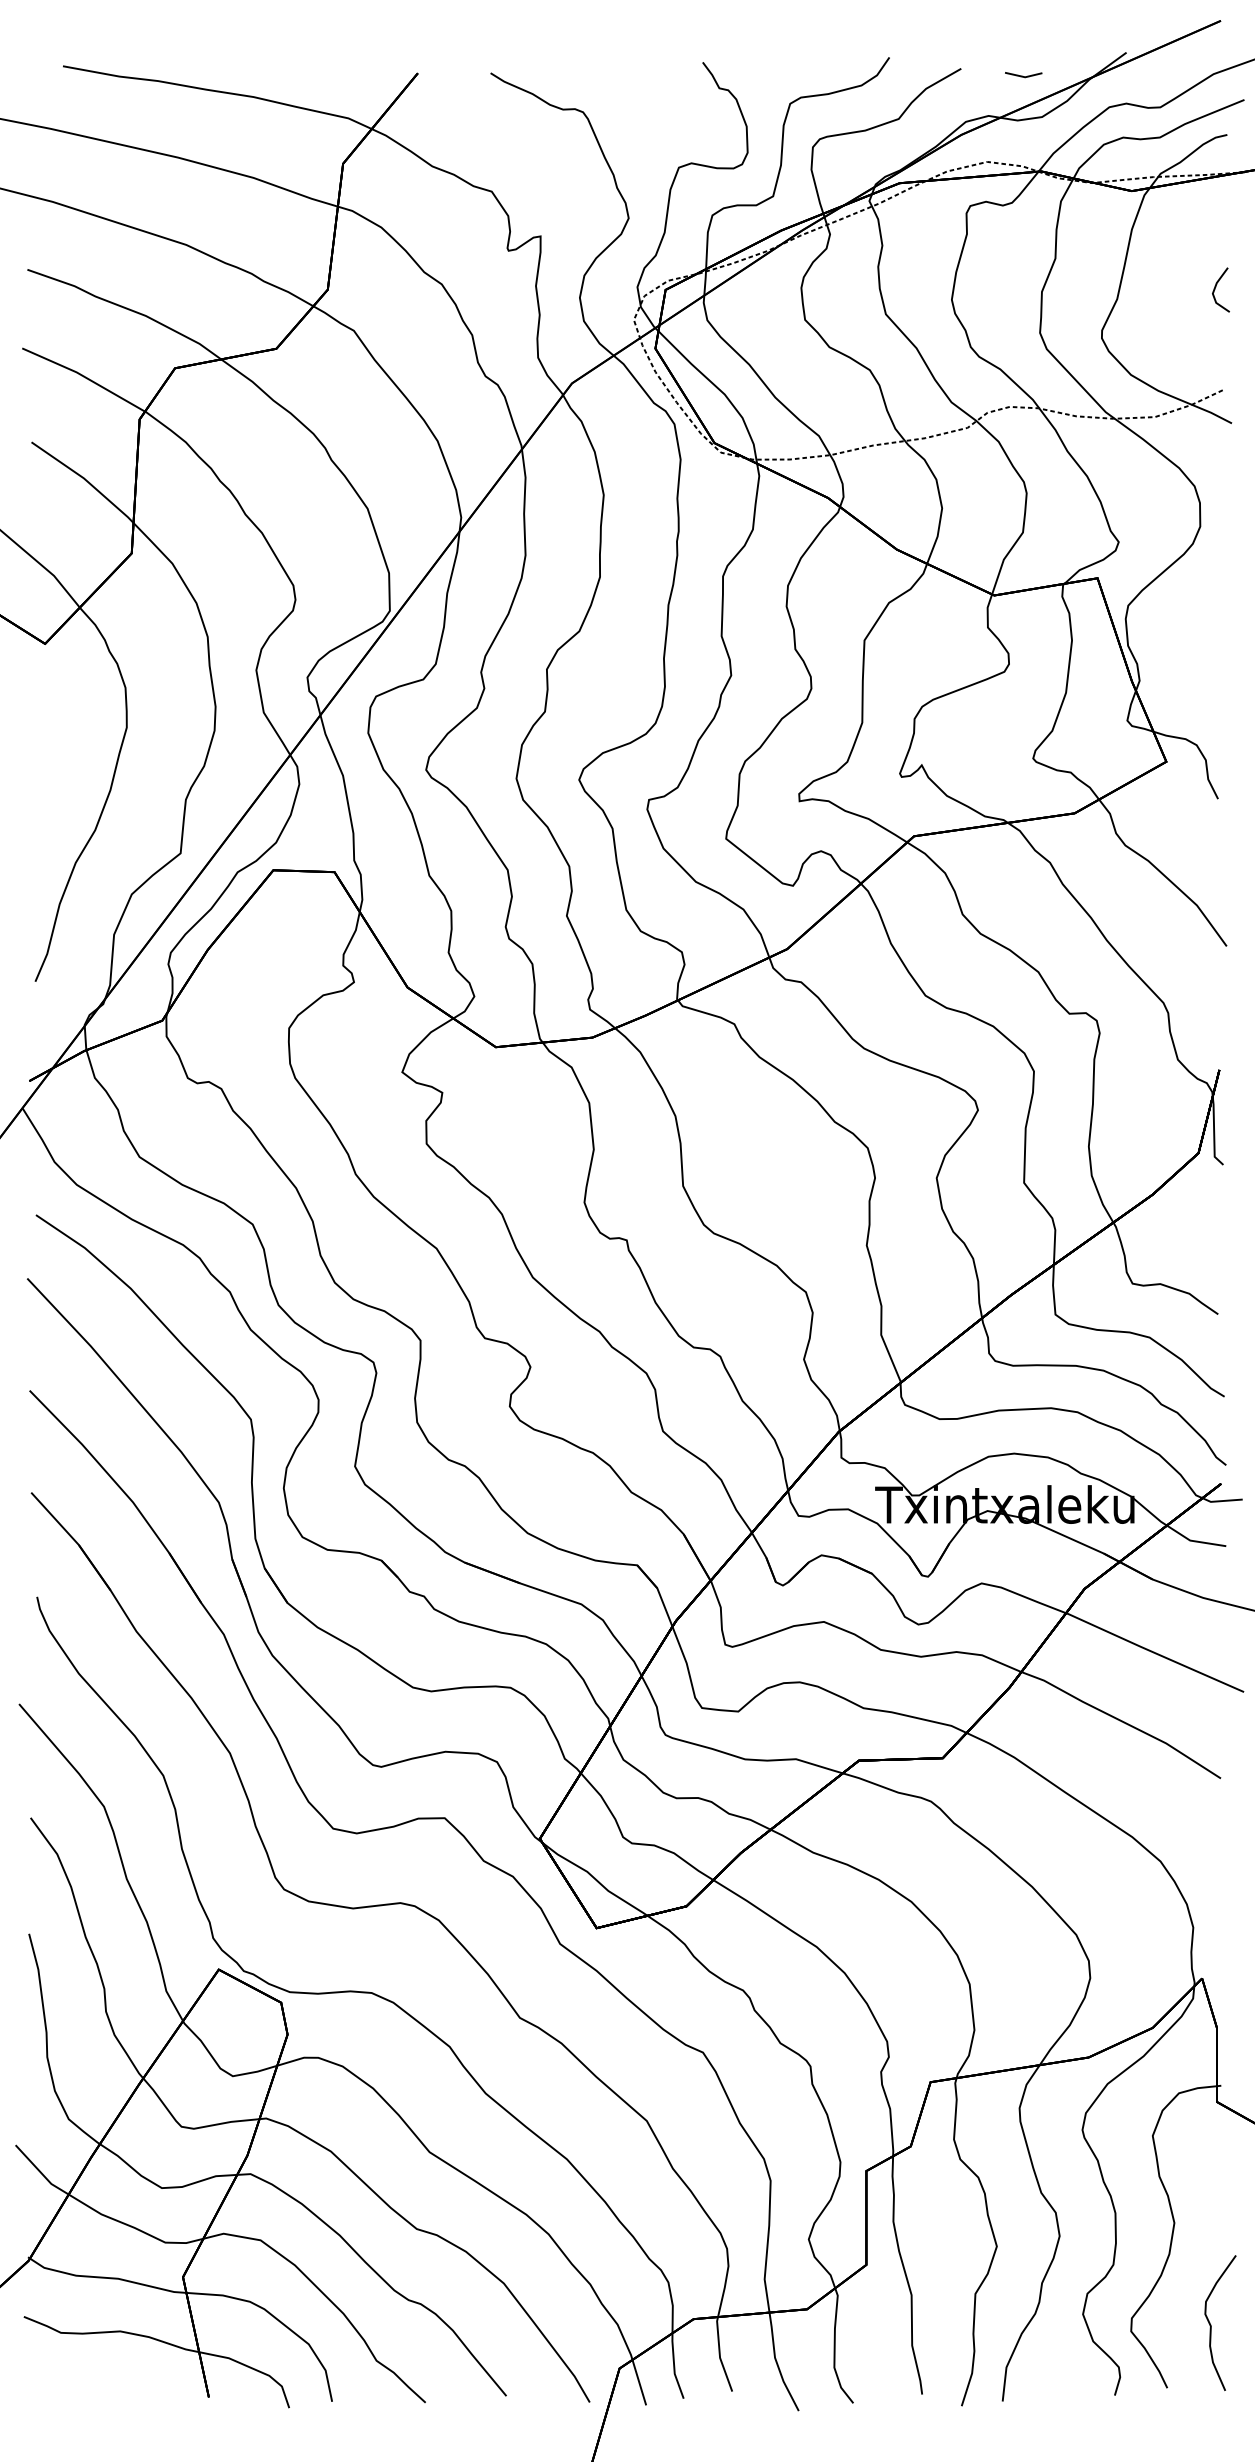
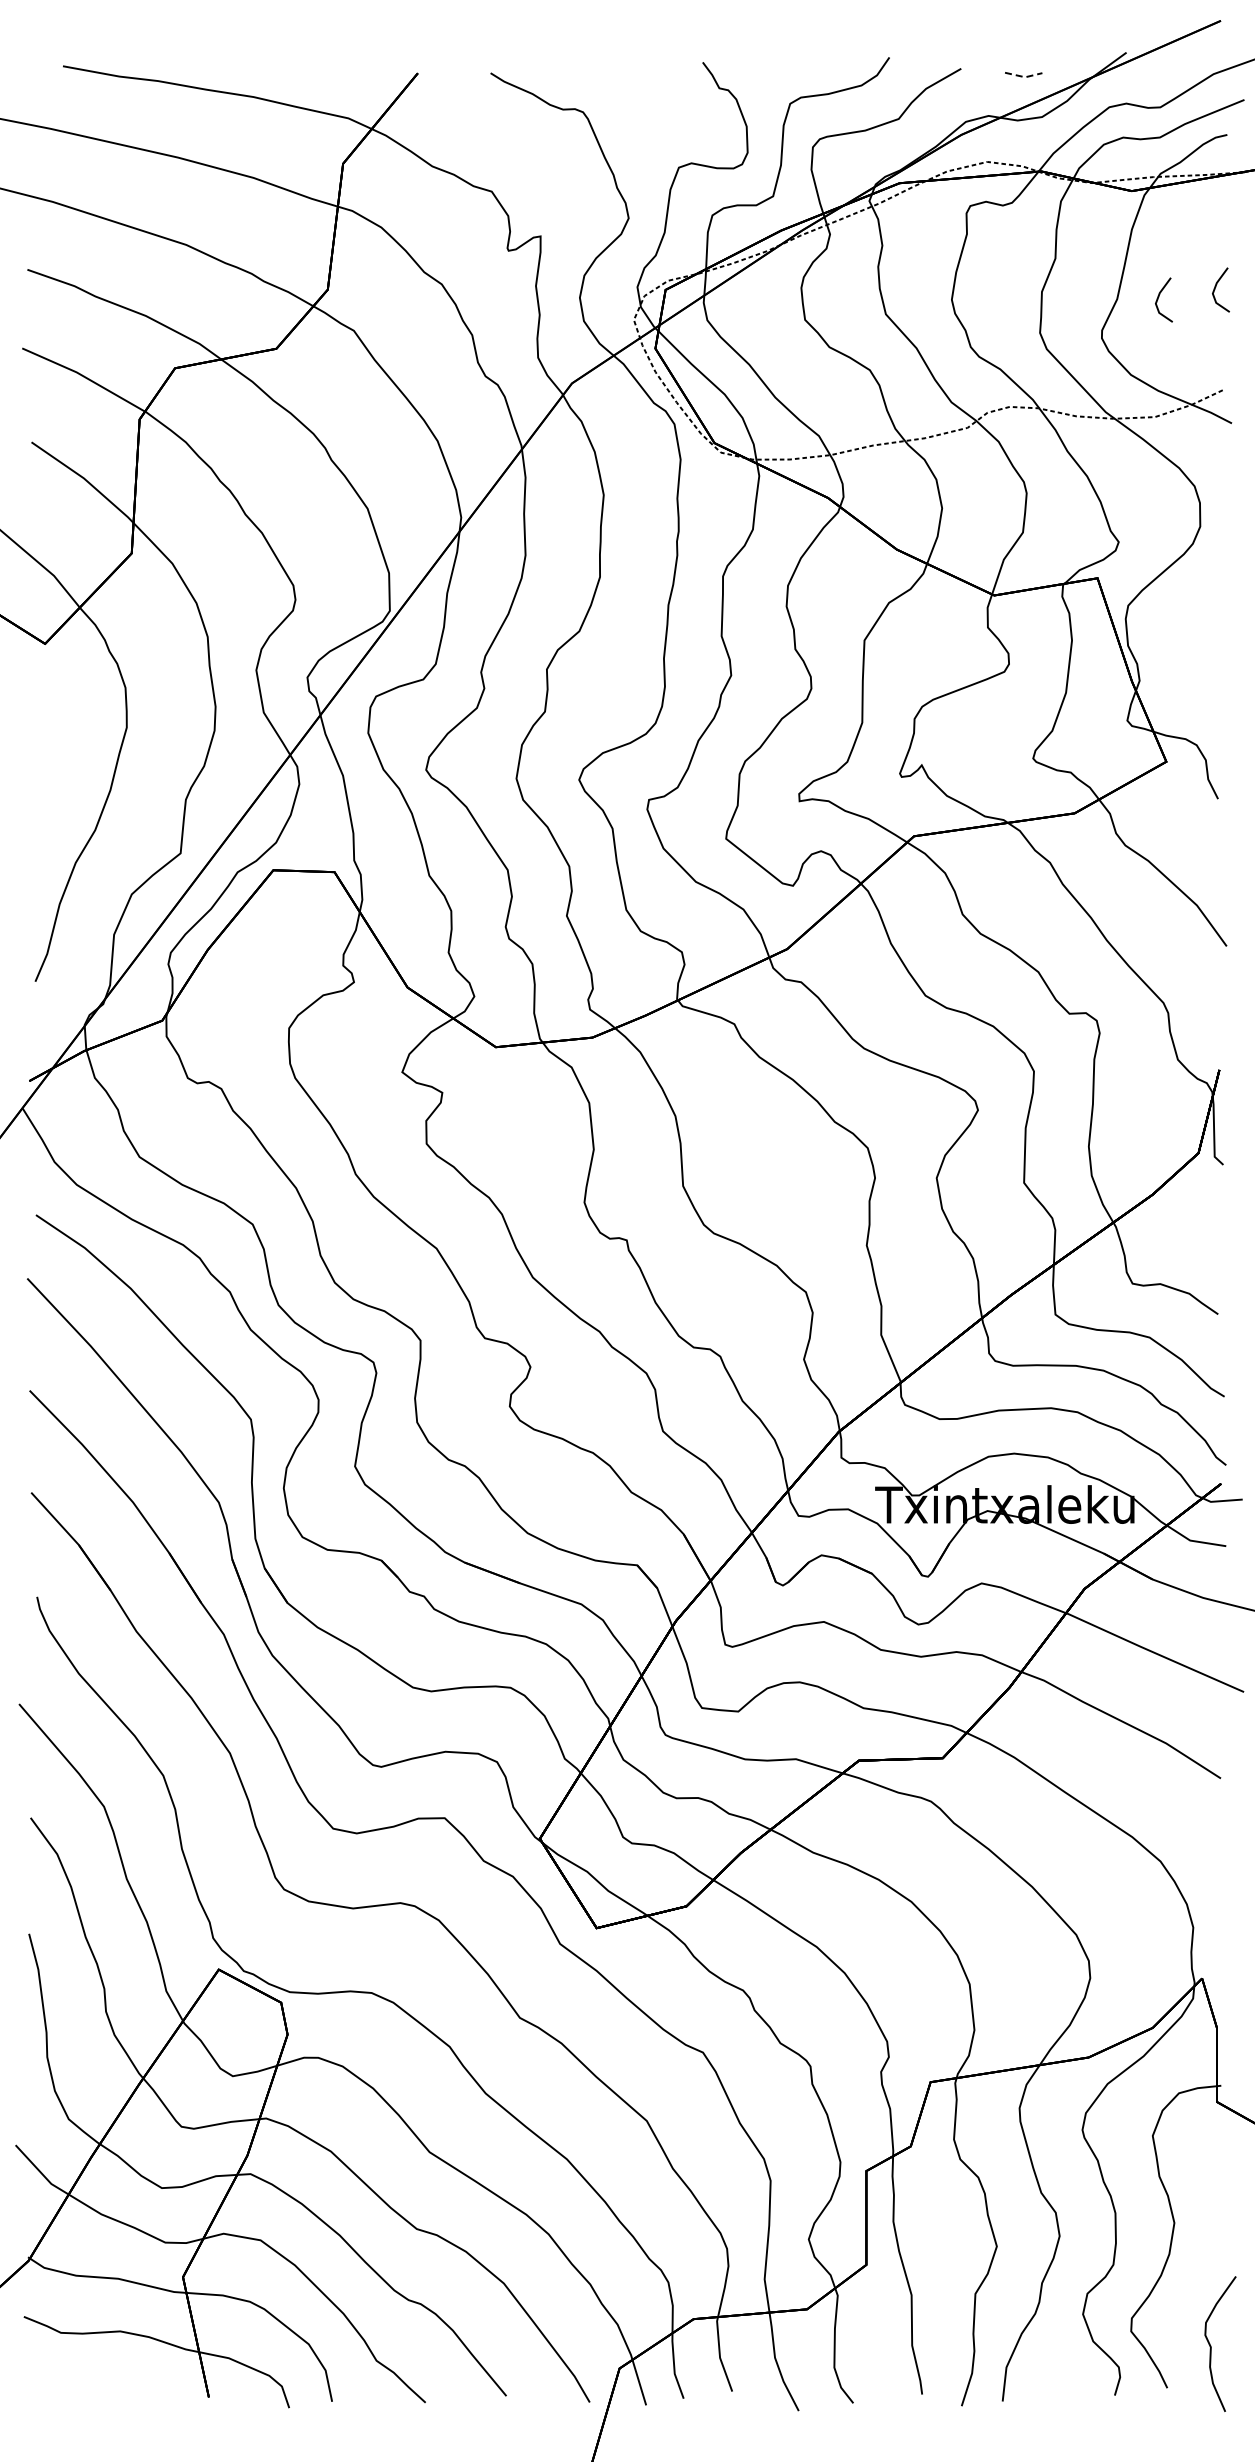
line at (1024, 77): solid -> dashed
line at (1159, 297): none -> present
curve at (1211, 2324) position: (1211, 2324) -> (1211, 2345)
